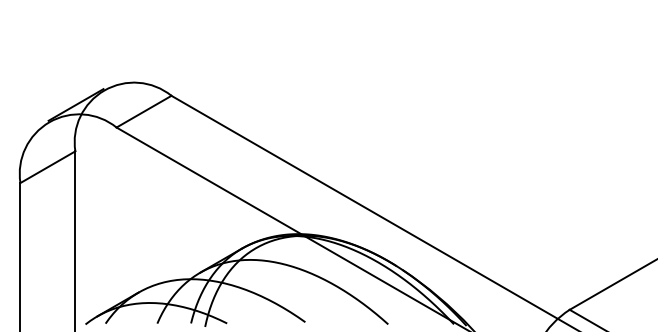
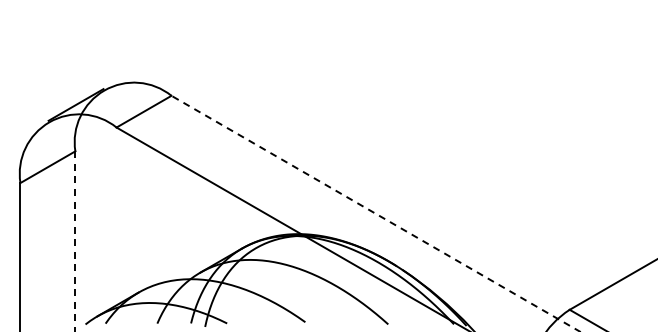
line at (375, 213): solid -> dashed
line at (75, 241): solid -> dashed
